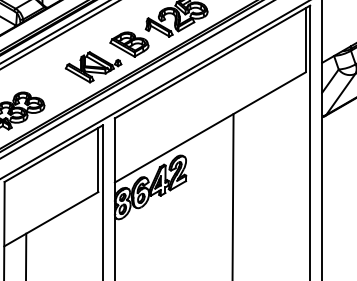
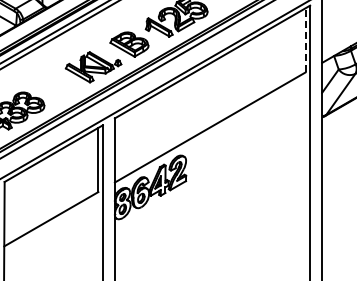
line at (305, 39): solid -> dashed
line at (232, 195): present -> none
line at (26, 255): present -> none
